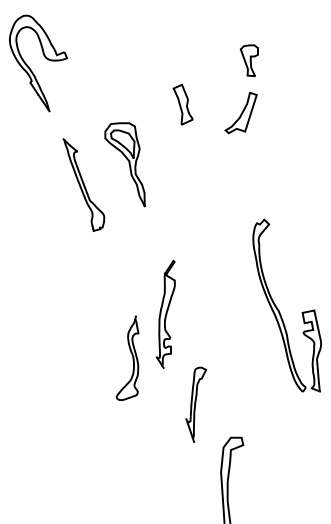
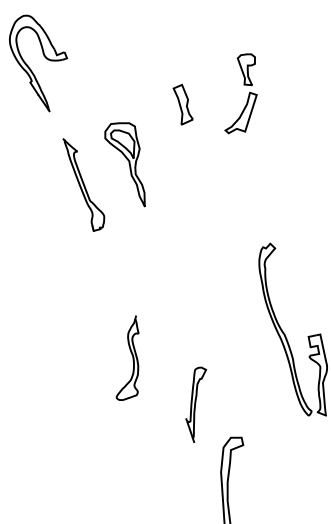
curve at (249, 60) position: (249, 60) -> (246, 69)
part at (278, 308) position: (278, 308) -> (284, 332)
part at (165, 313): present -> none
